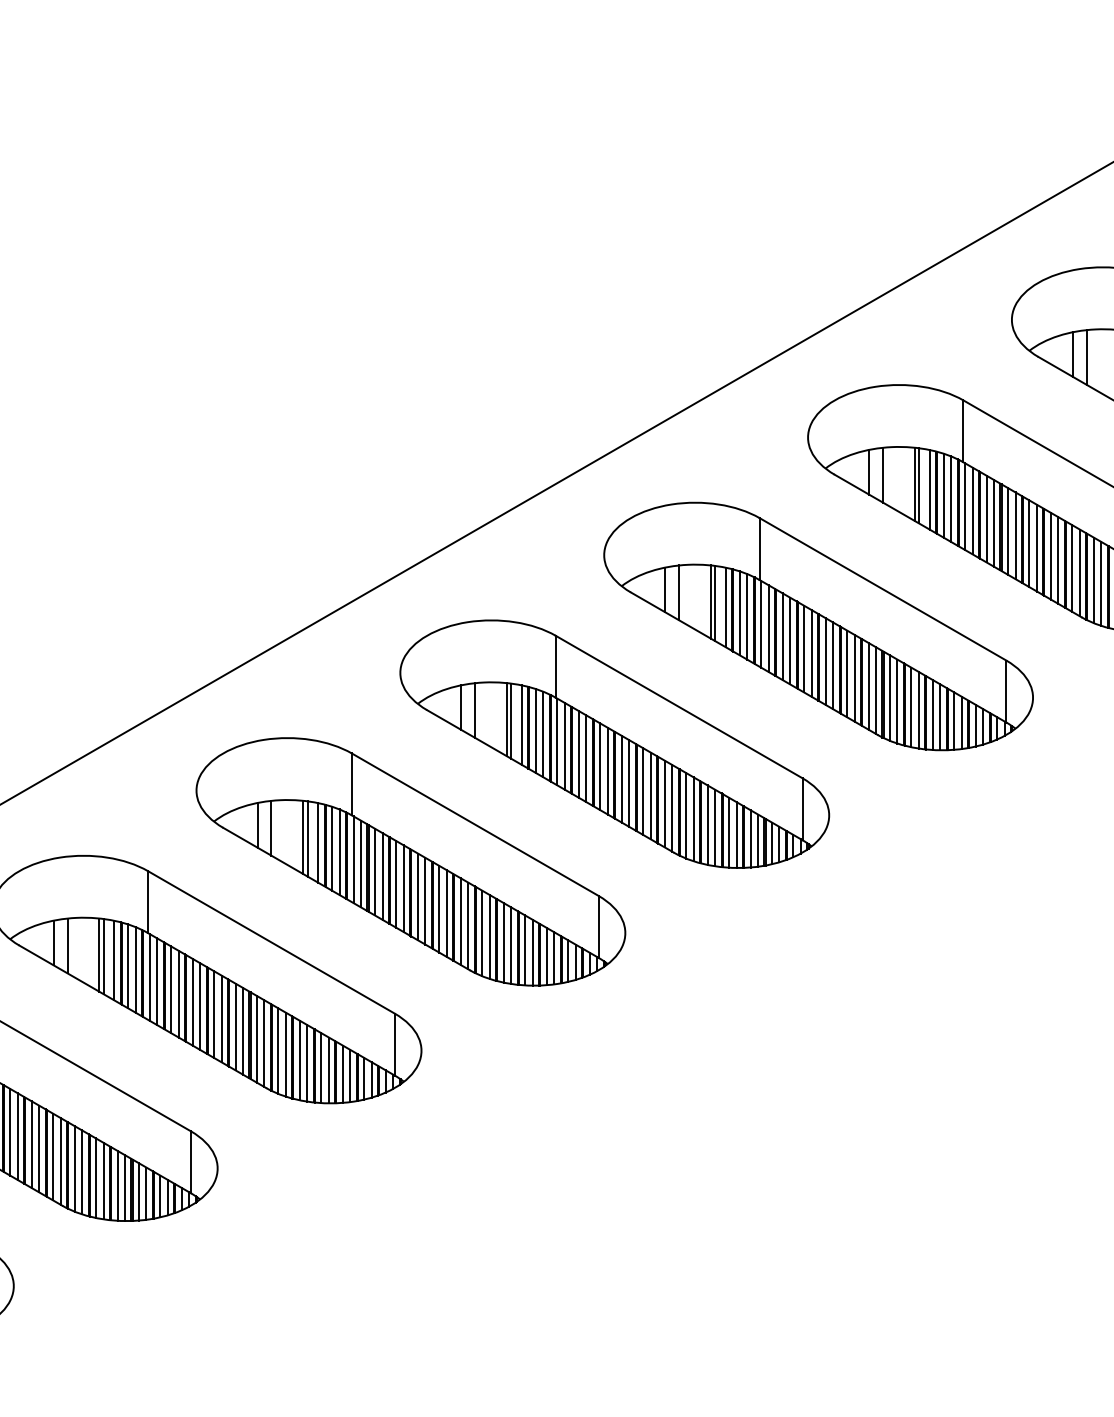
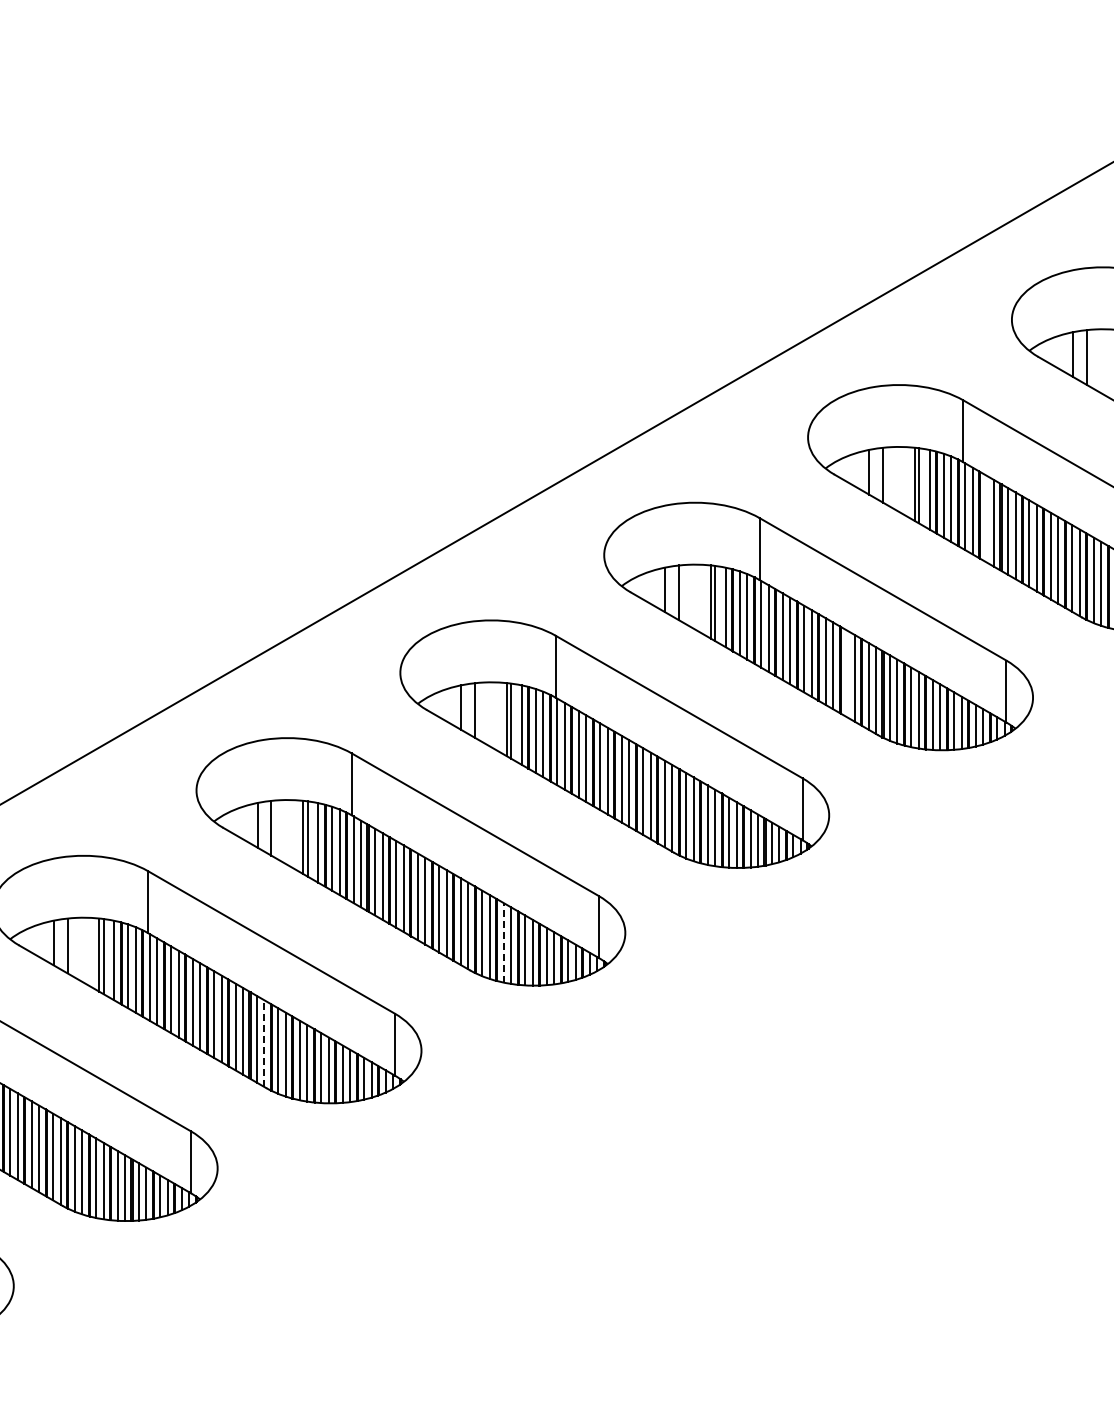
line at (986, 518): present -> none
line at (847, 673): present -> none
line at (503, 942): solid -> dashed
line at (264, 1043): solid -> dashed
